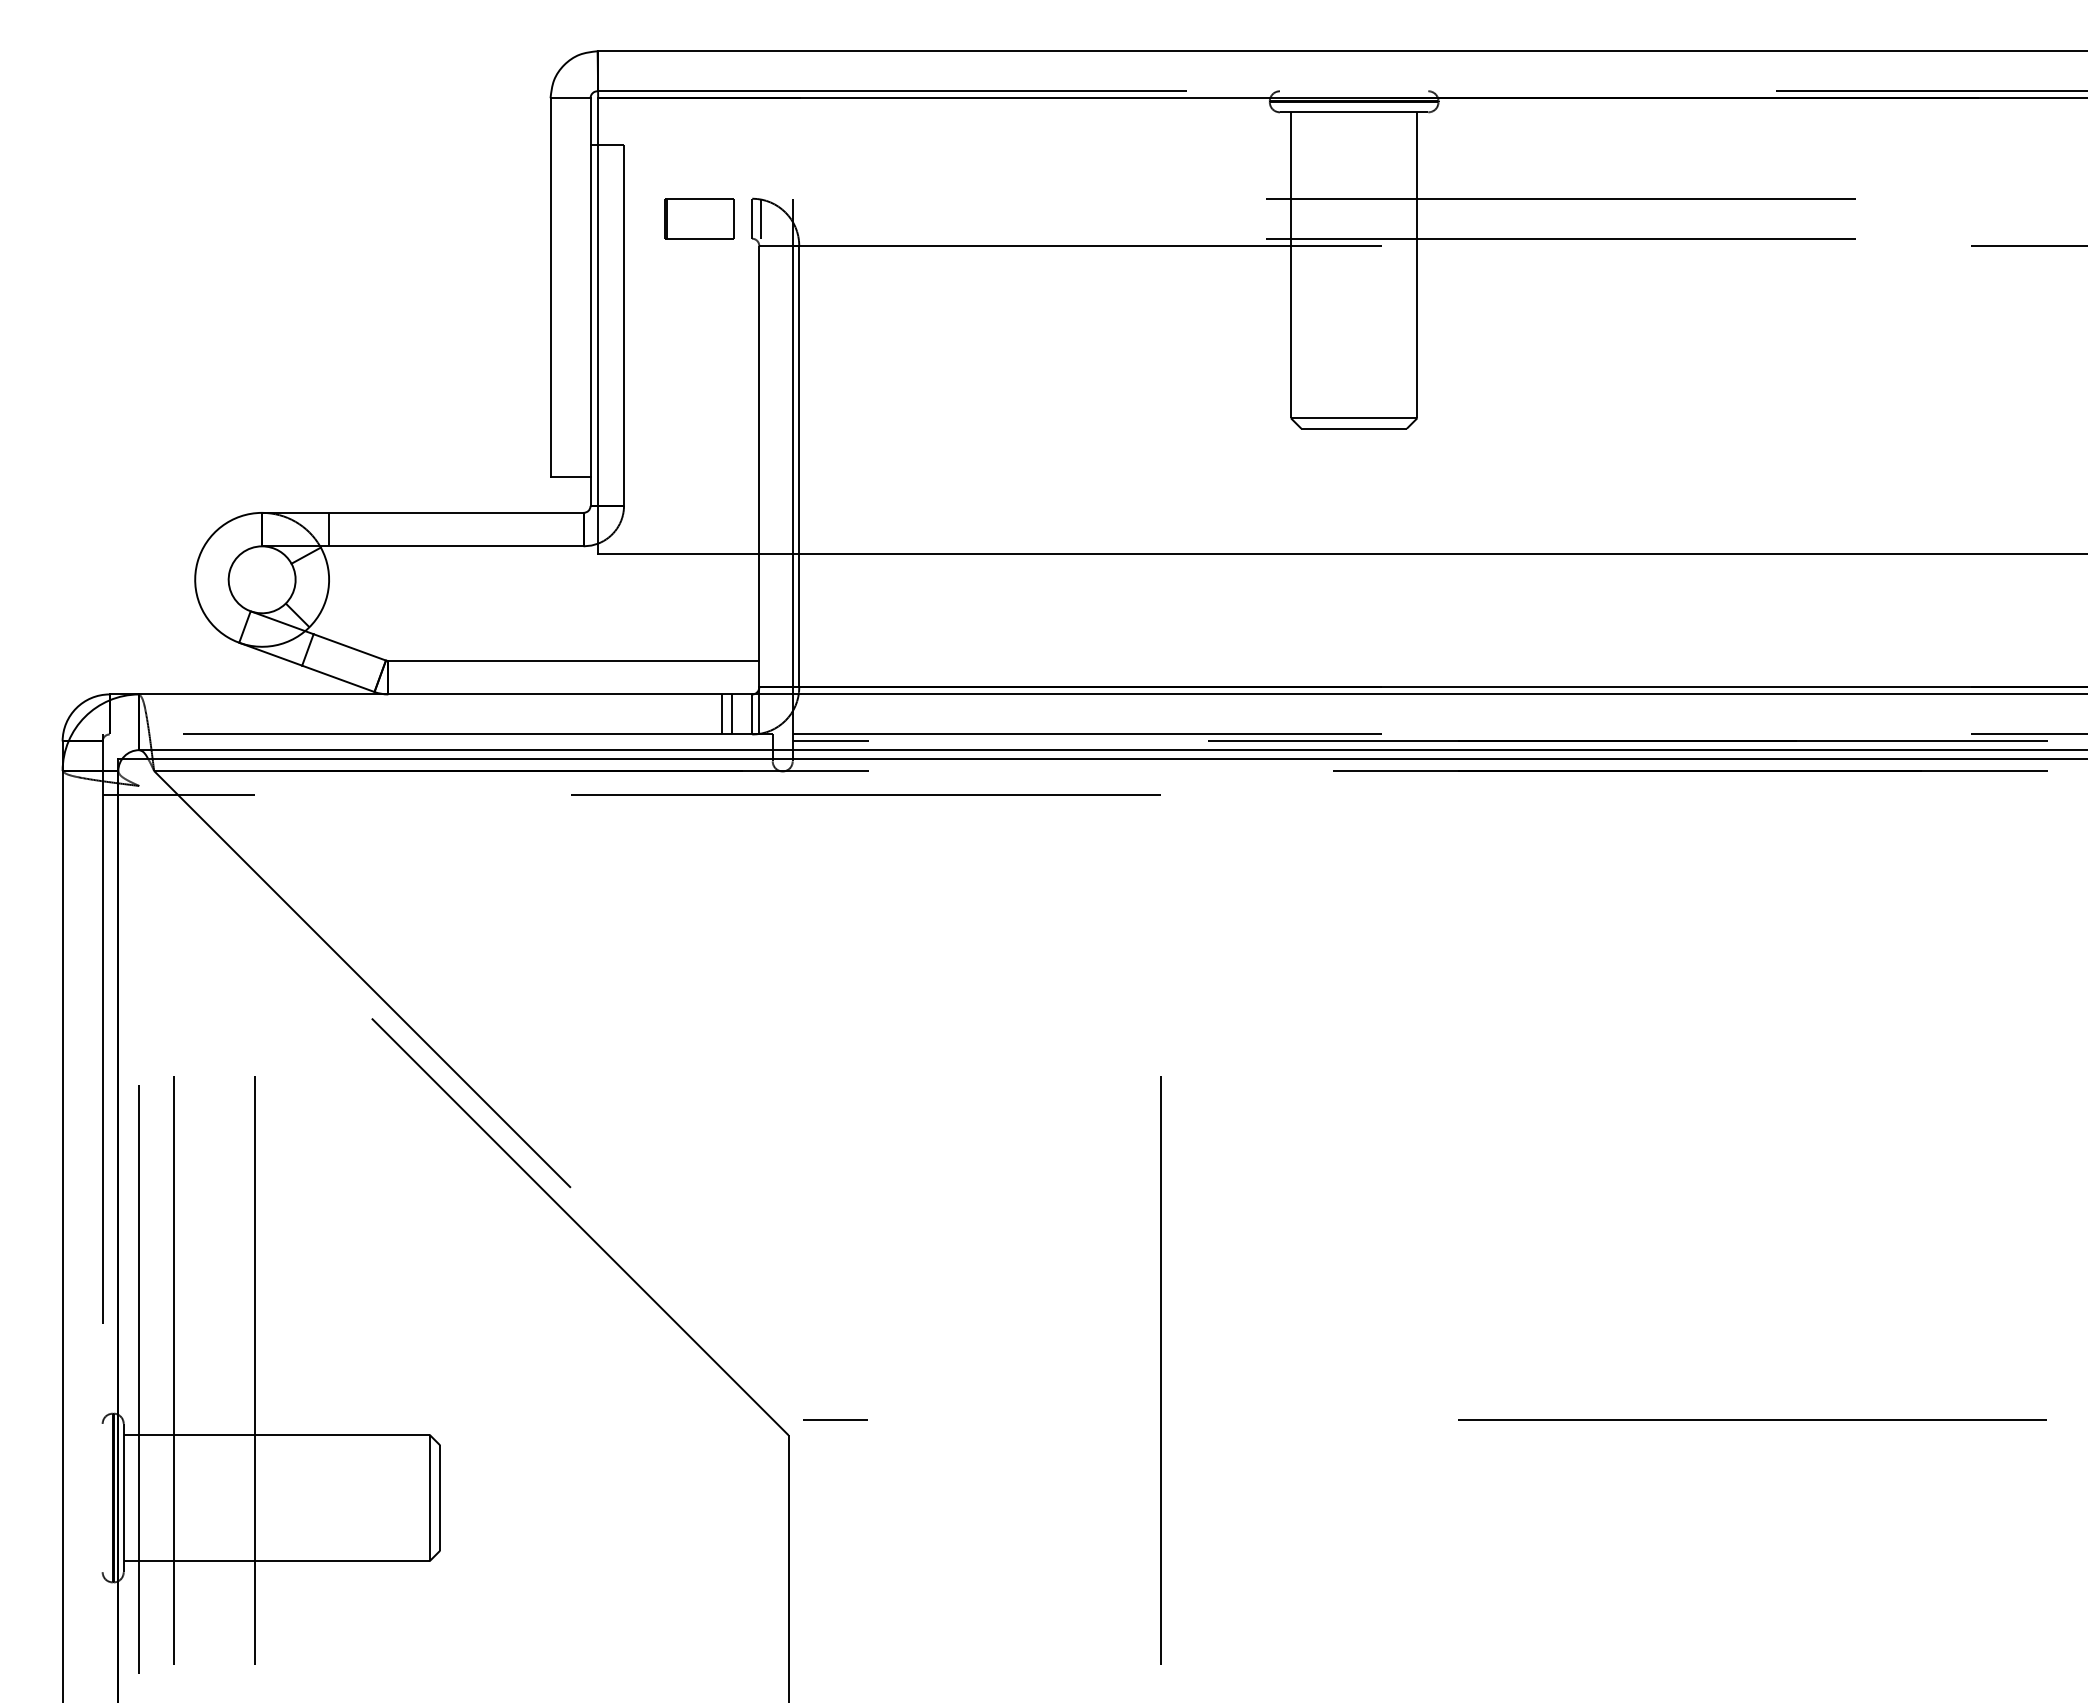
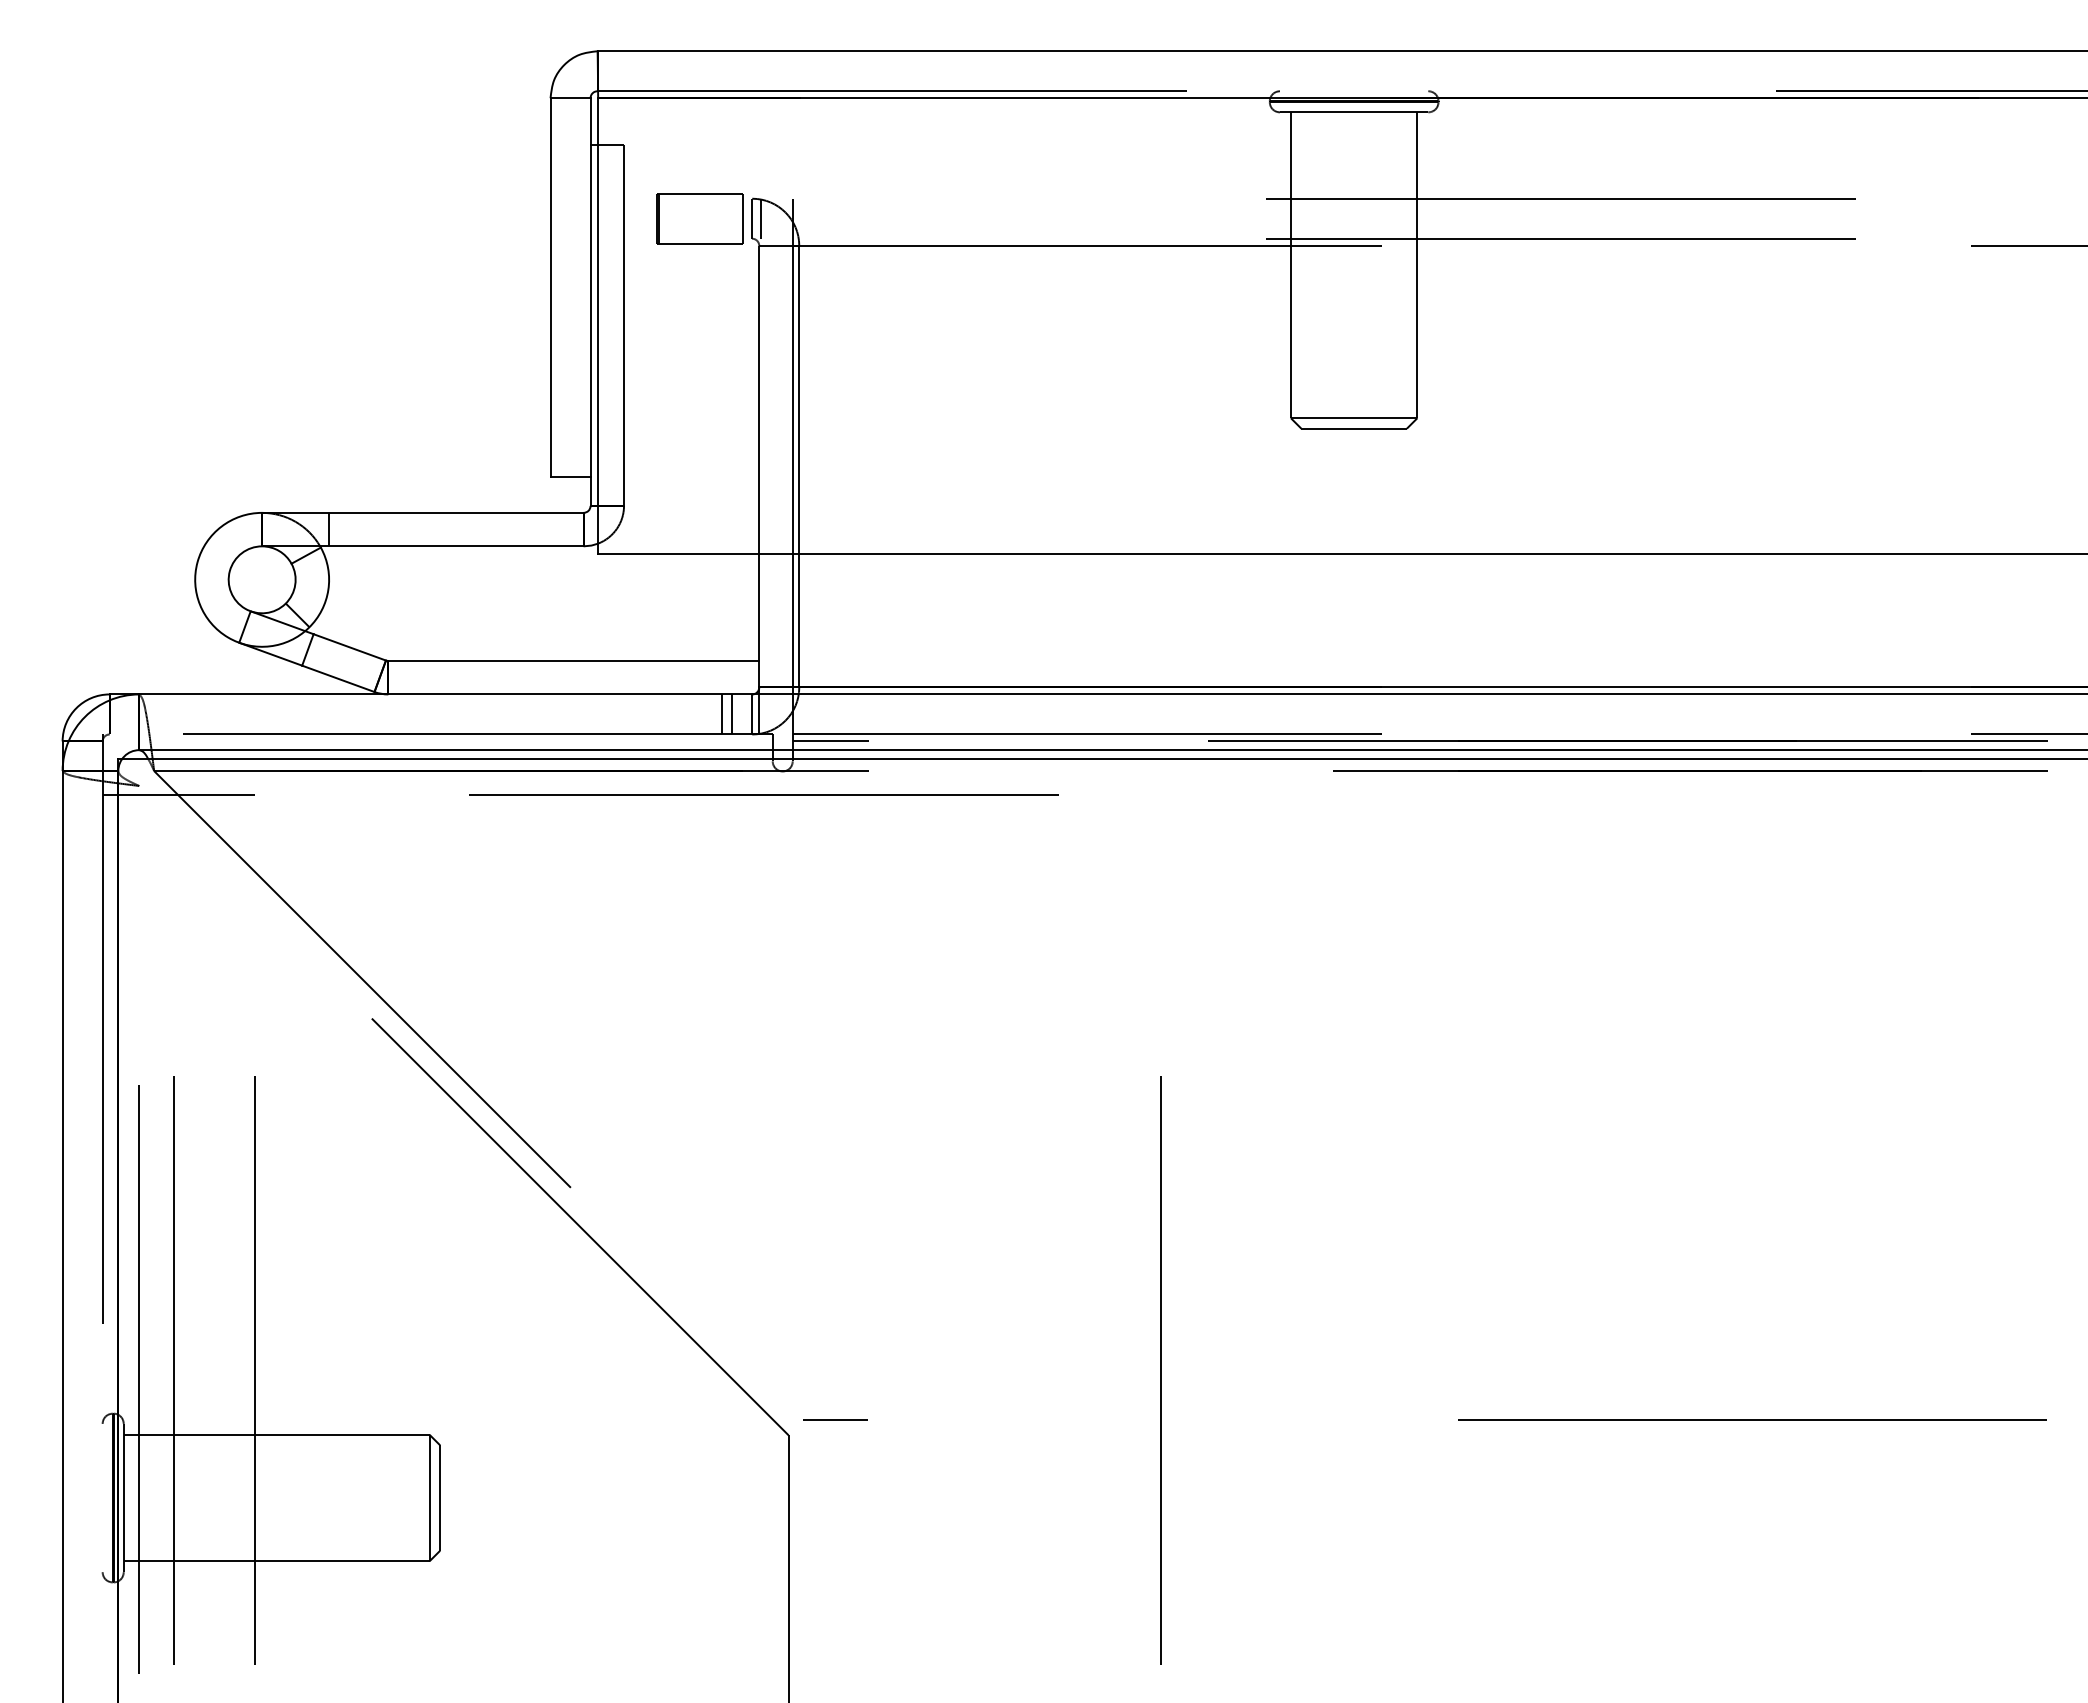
part at (699, 218) size: 71x42 px -> 88x52 px
line at (865, 794) position: (865, 794) -> (763, 794)
